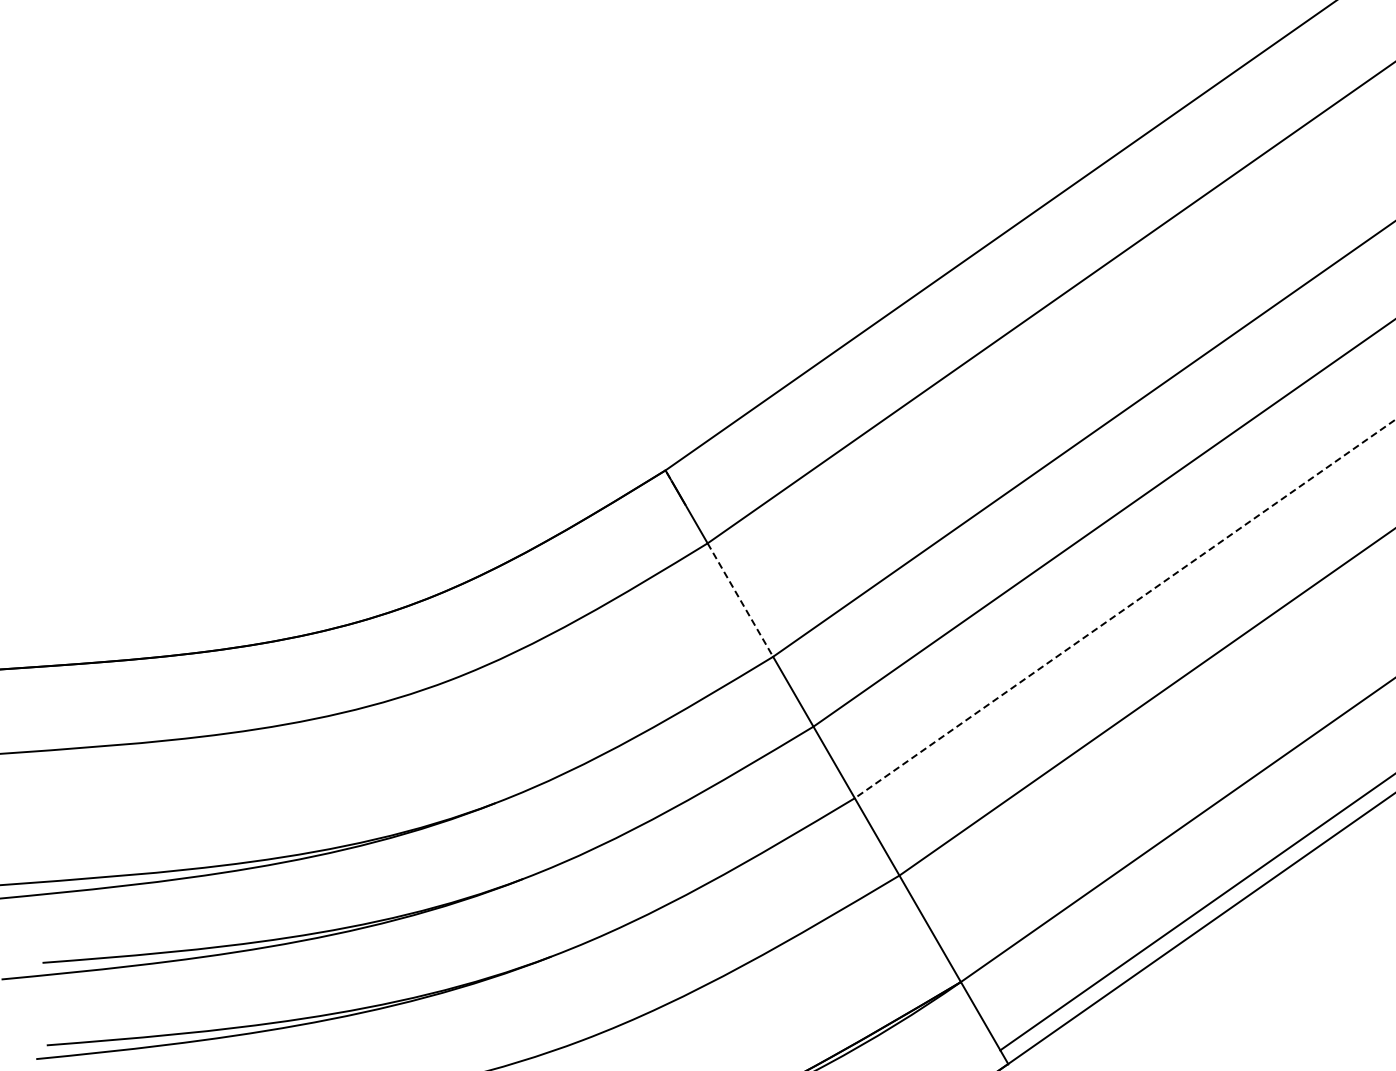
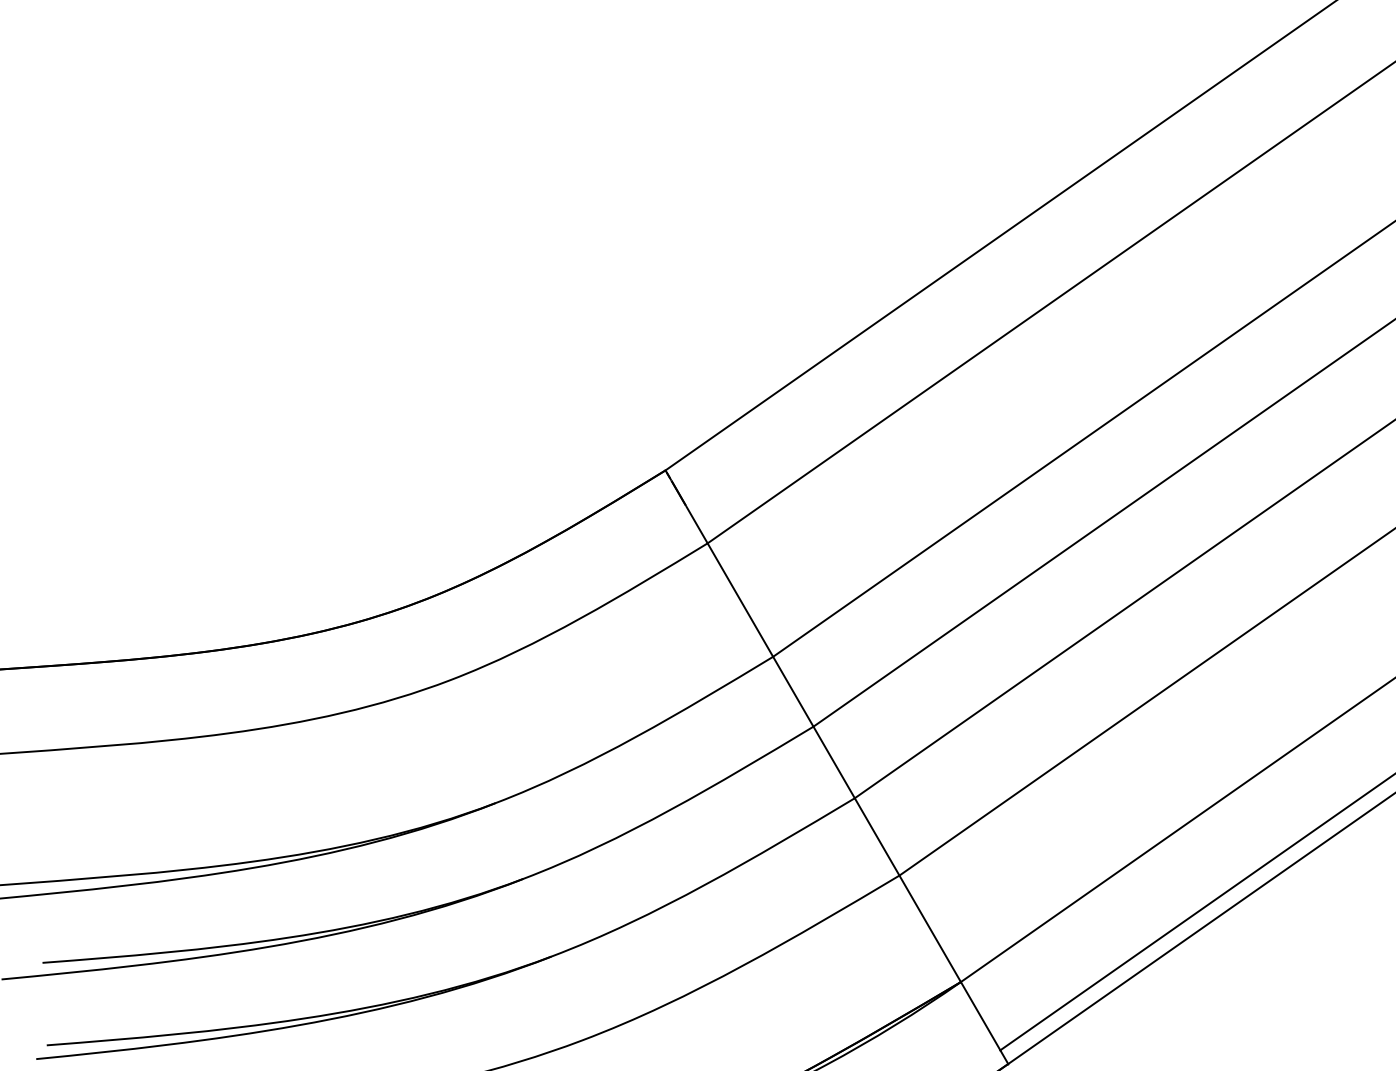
line at (740, 600): dashed -> solid
line at (1125, 609): dashed -> solid
